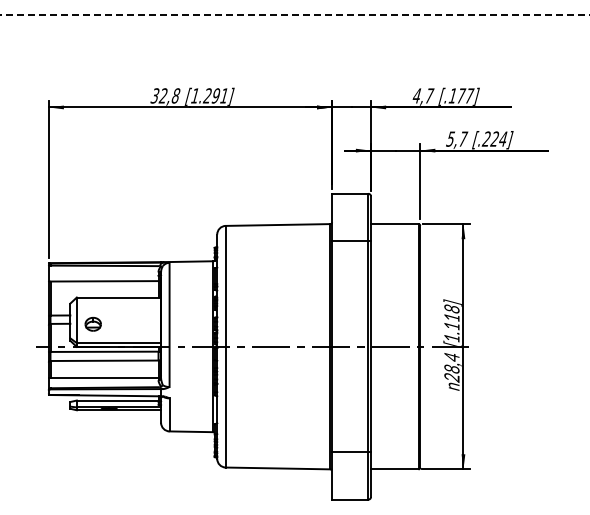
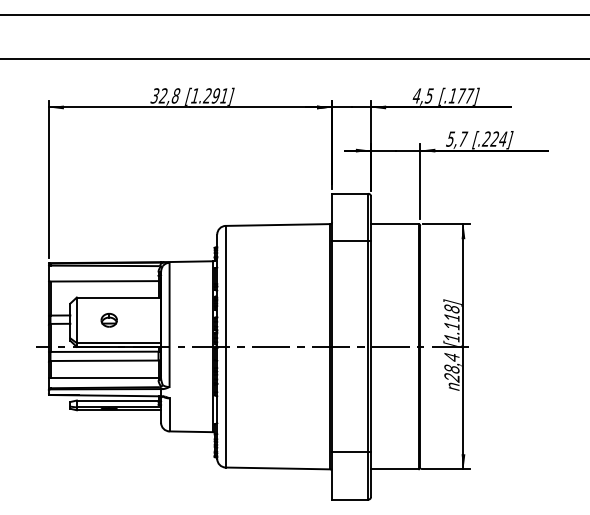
line at (294, 15): dashed -> solid
line at (294, 58): none -> present
text at (429, 95): 4,7 -> 4,5
part at (92, 323) position: (92, 323) -> (108, 319)
